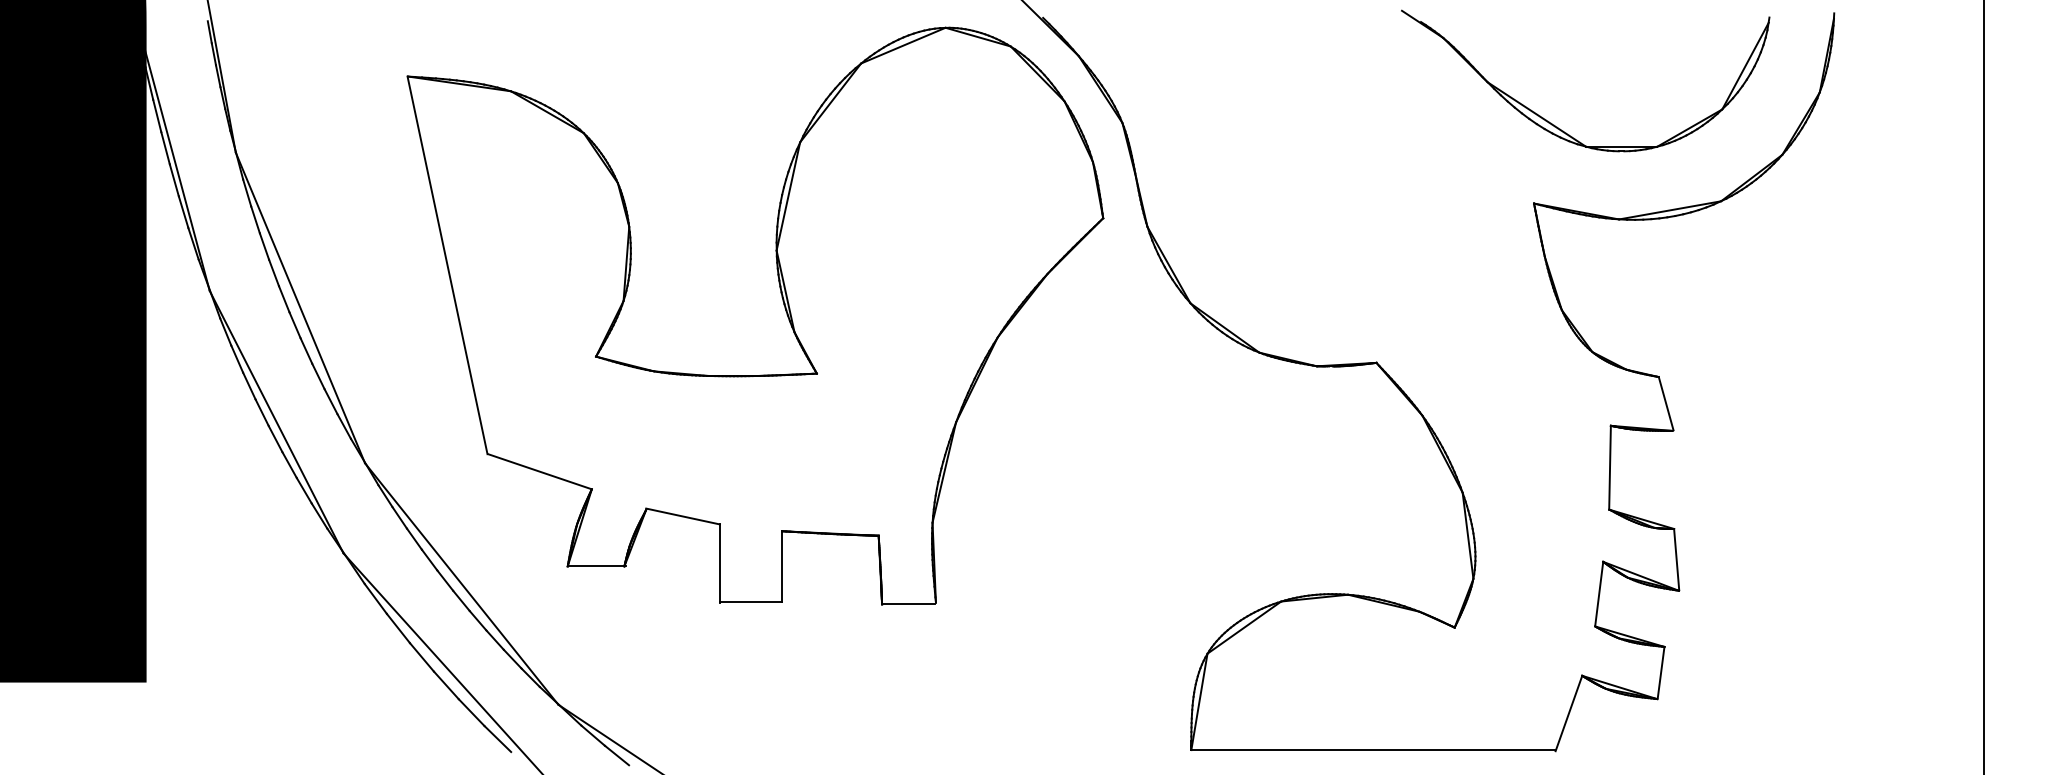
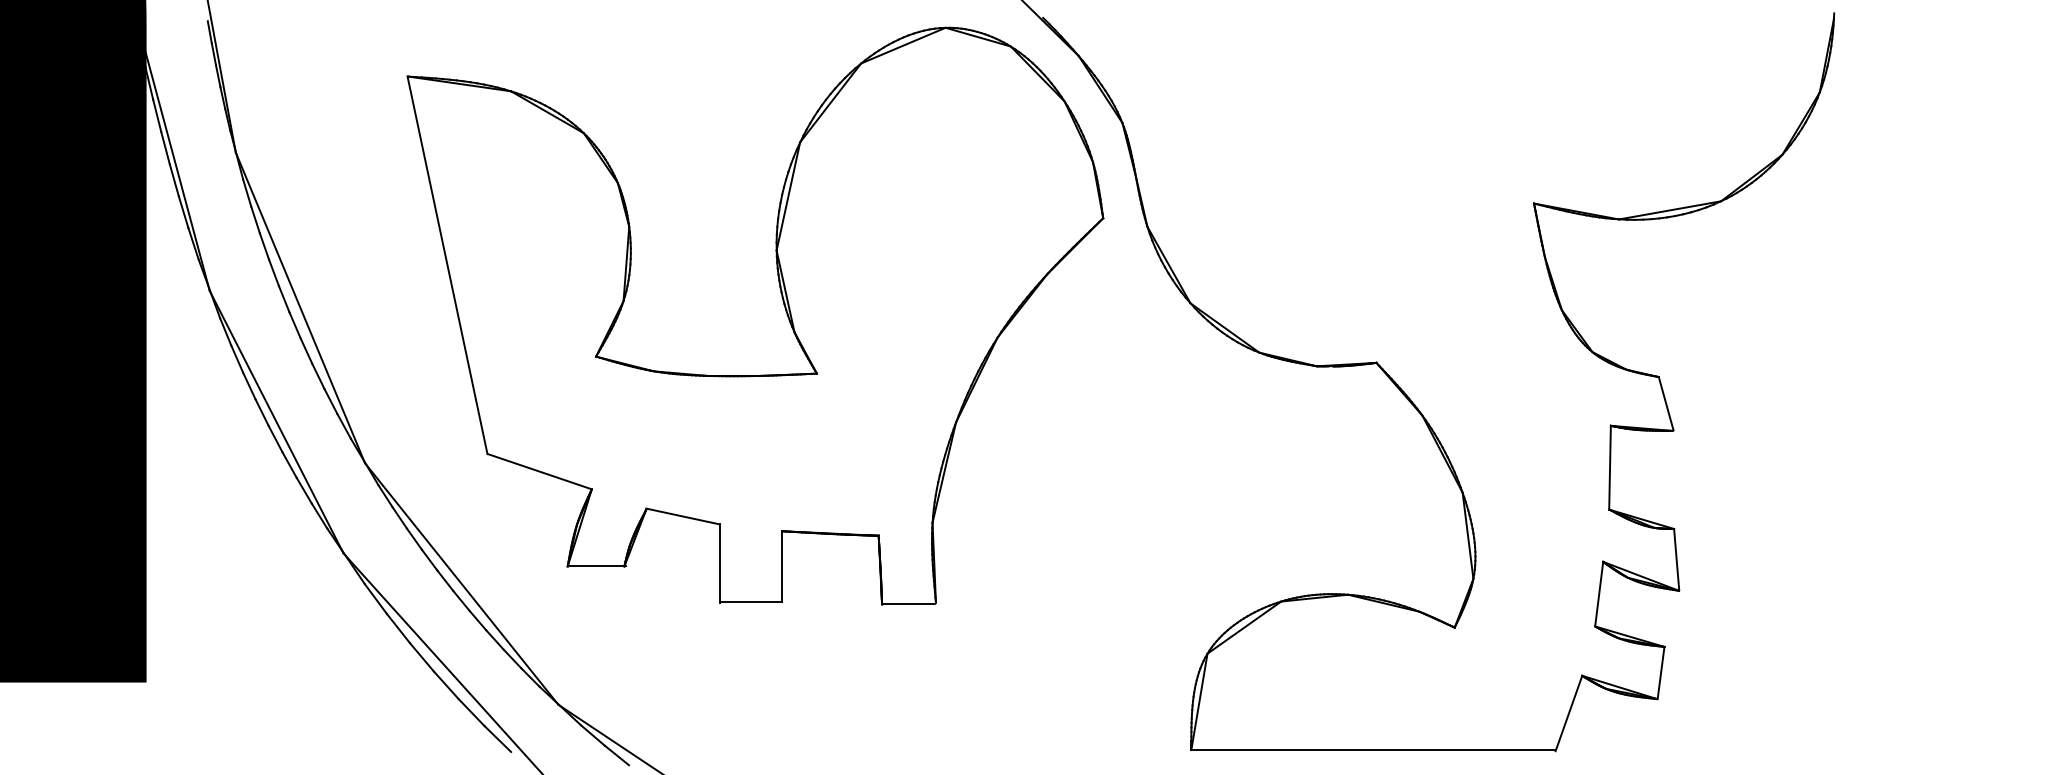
part at (1554, 124): present -> none
line at (1983, 386): present -> none
